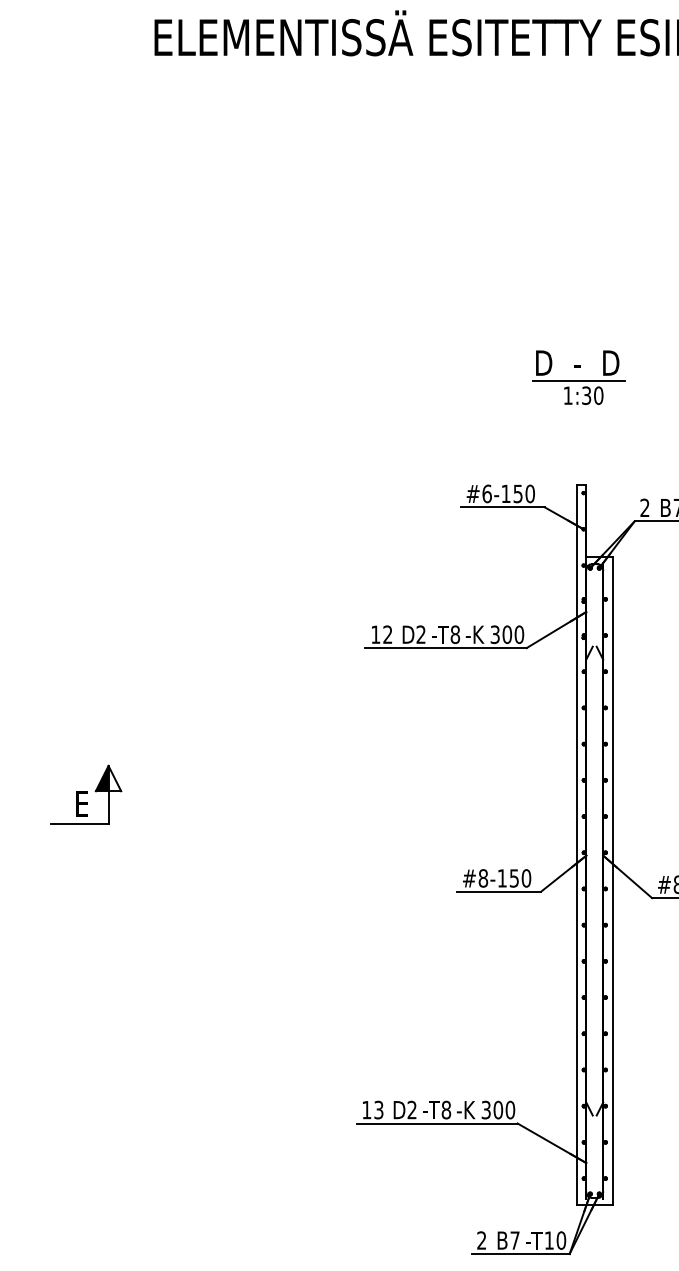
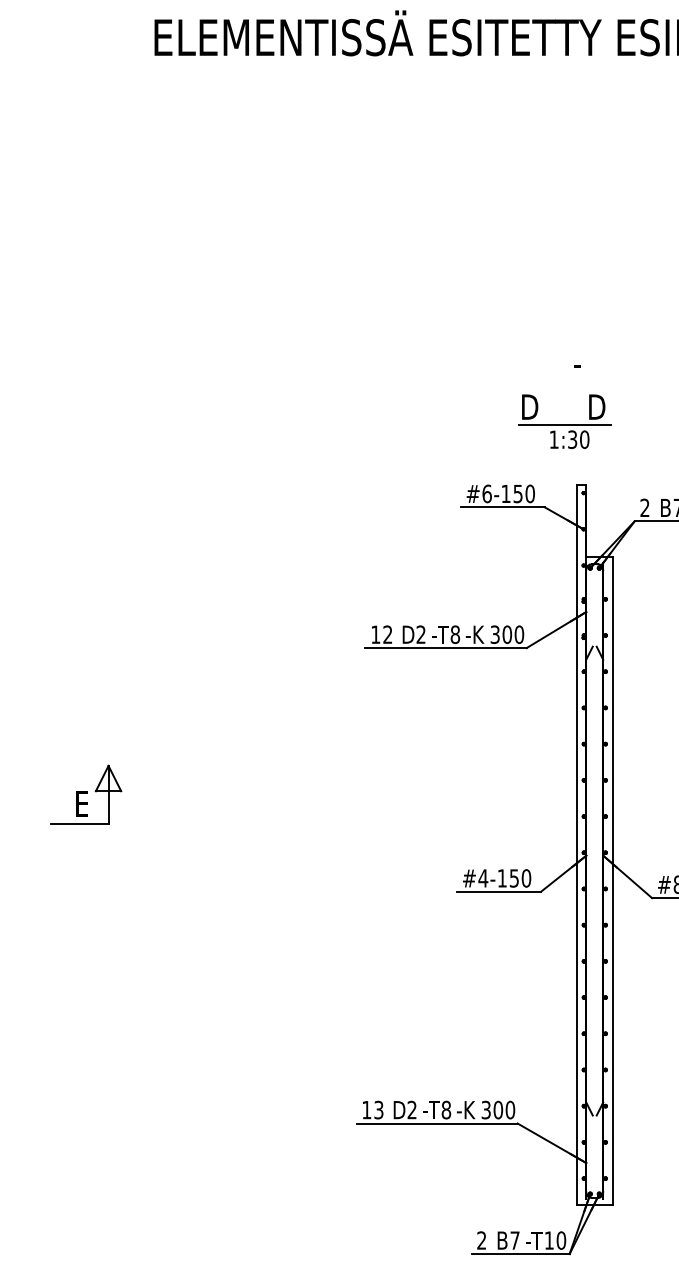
part at (578, 377) position: (578, 377) -> (564, 421)
fill at (101, 778): present -> none
text at (483, 878): #8-150 -> #4-150
